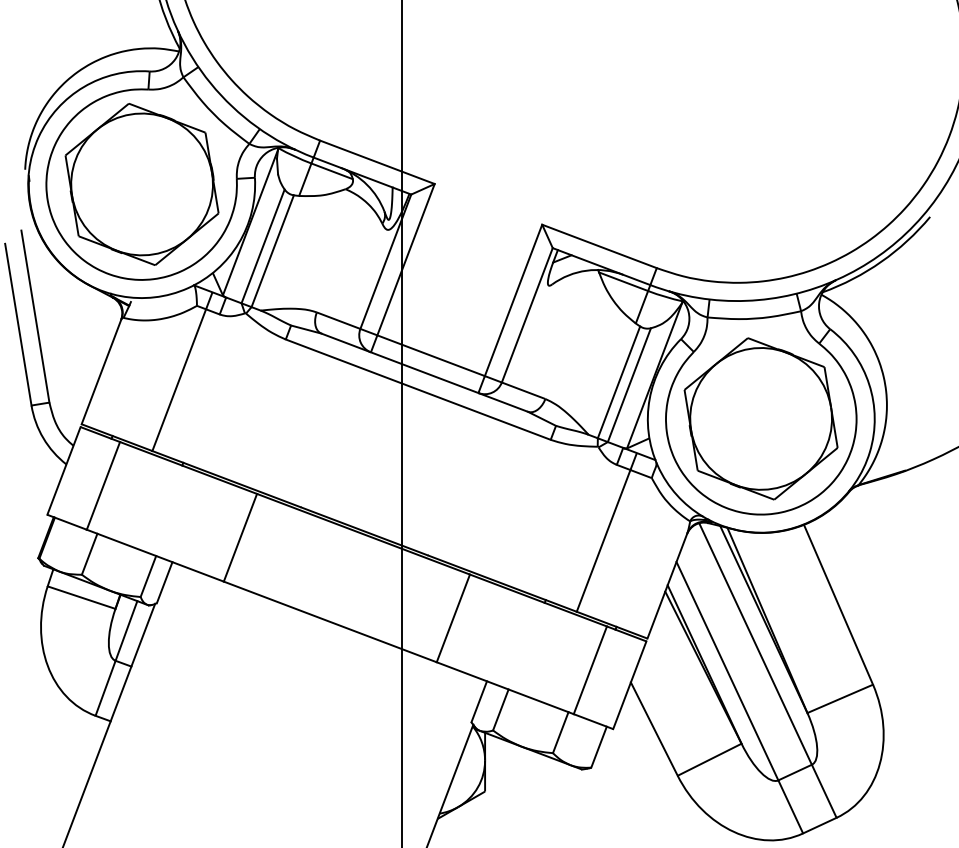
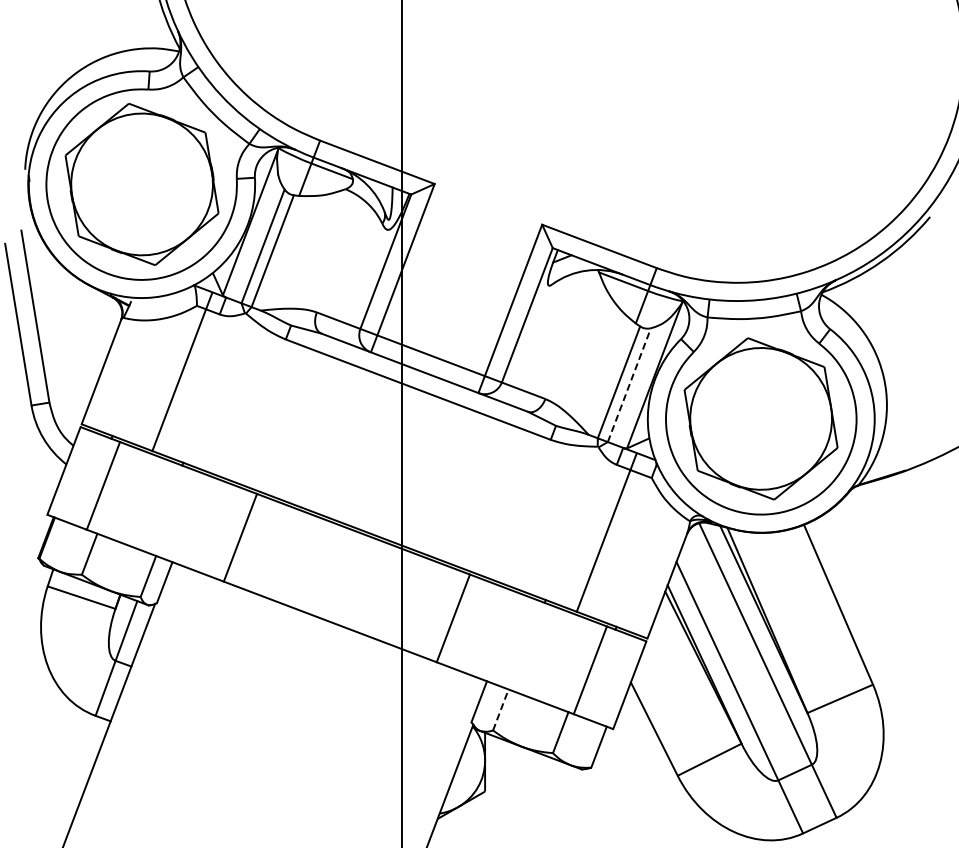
line at (629, 385): solid -> dashed
line at (500, 709): solid -> dashed
